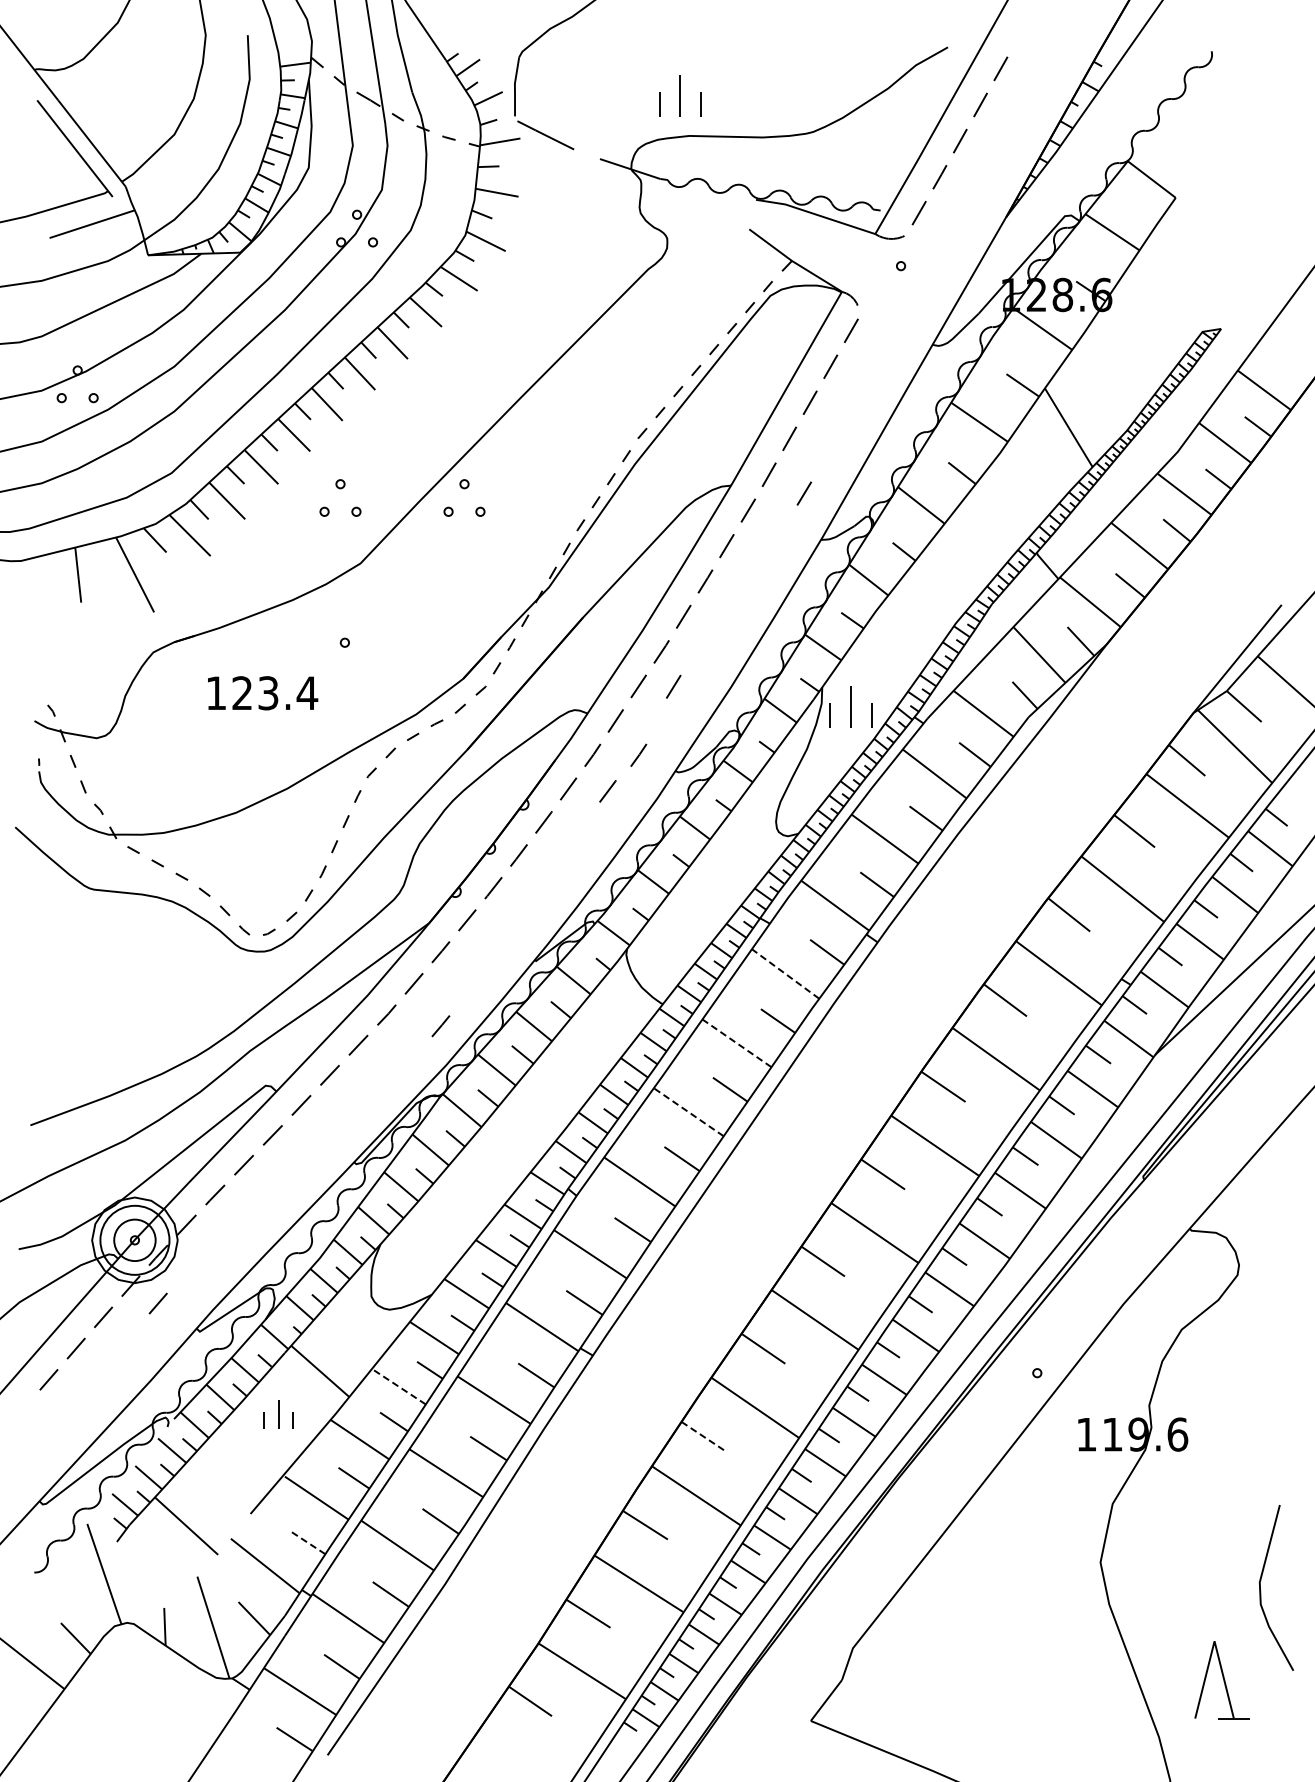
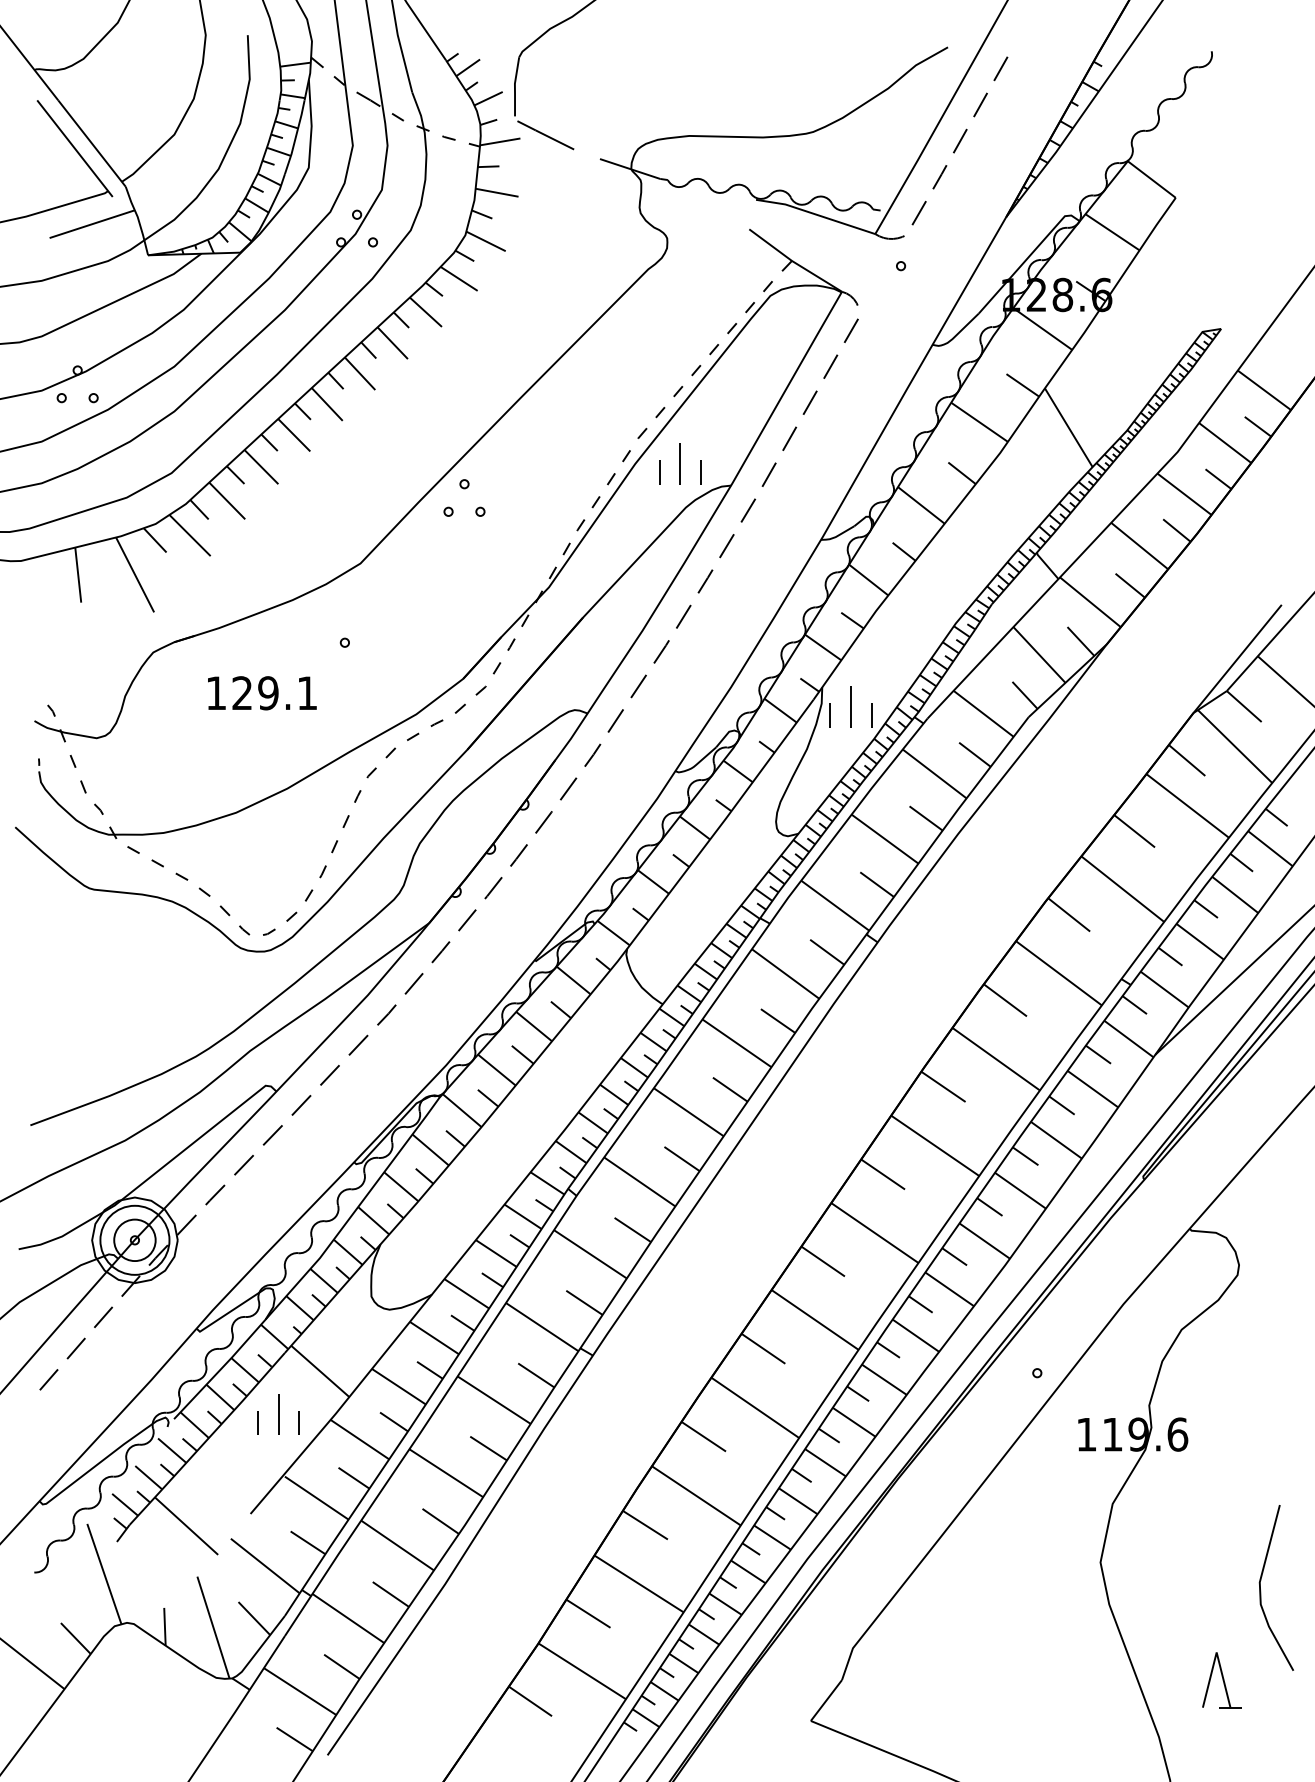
part at (680, 95) position: (680, 95) -> (680, 463)
part at (340, 489): present -> none
line at (804, 493): present -> none
line at (673, 686): present -> none
text at (288, 693): 123.4 -> 129.1
line at (638, 754): present -> none
line at (607, 791): present -> none
line at (785, 974): dashed -> solid
line at (440, 1026): present -> none
line at (736, 1043): dashed -> solid
line at (688, 1111): dashed -> solid
line at (157, 1303): present -> none
line at (398, 1386): dashed -> solid
part at (278, 1414) size: 31x29 px -> 43x41 px
line at (703, 1436): dashed -> solid
line at (308, 1542): dashed -> solid
part at (1221, 1680) size: 56x79 px -> 40x57 px
